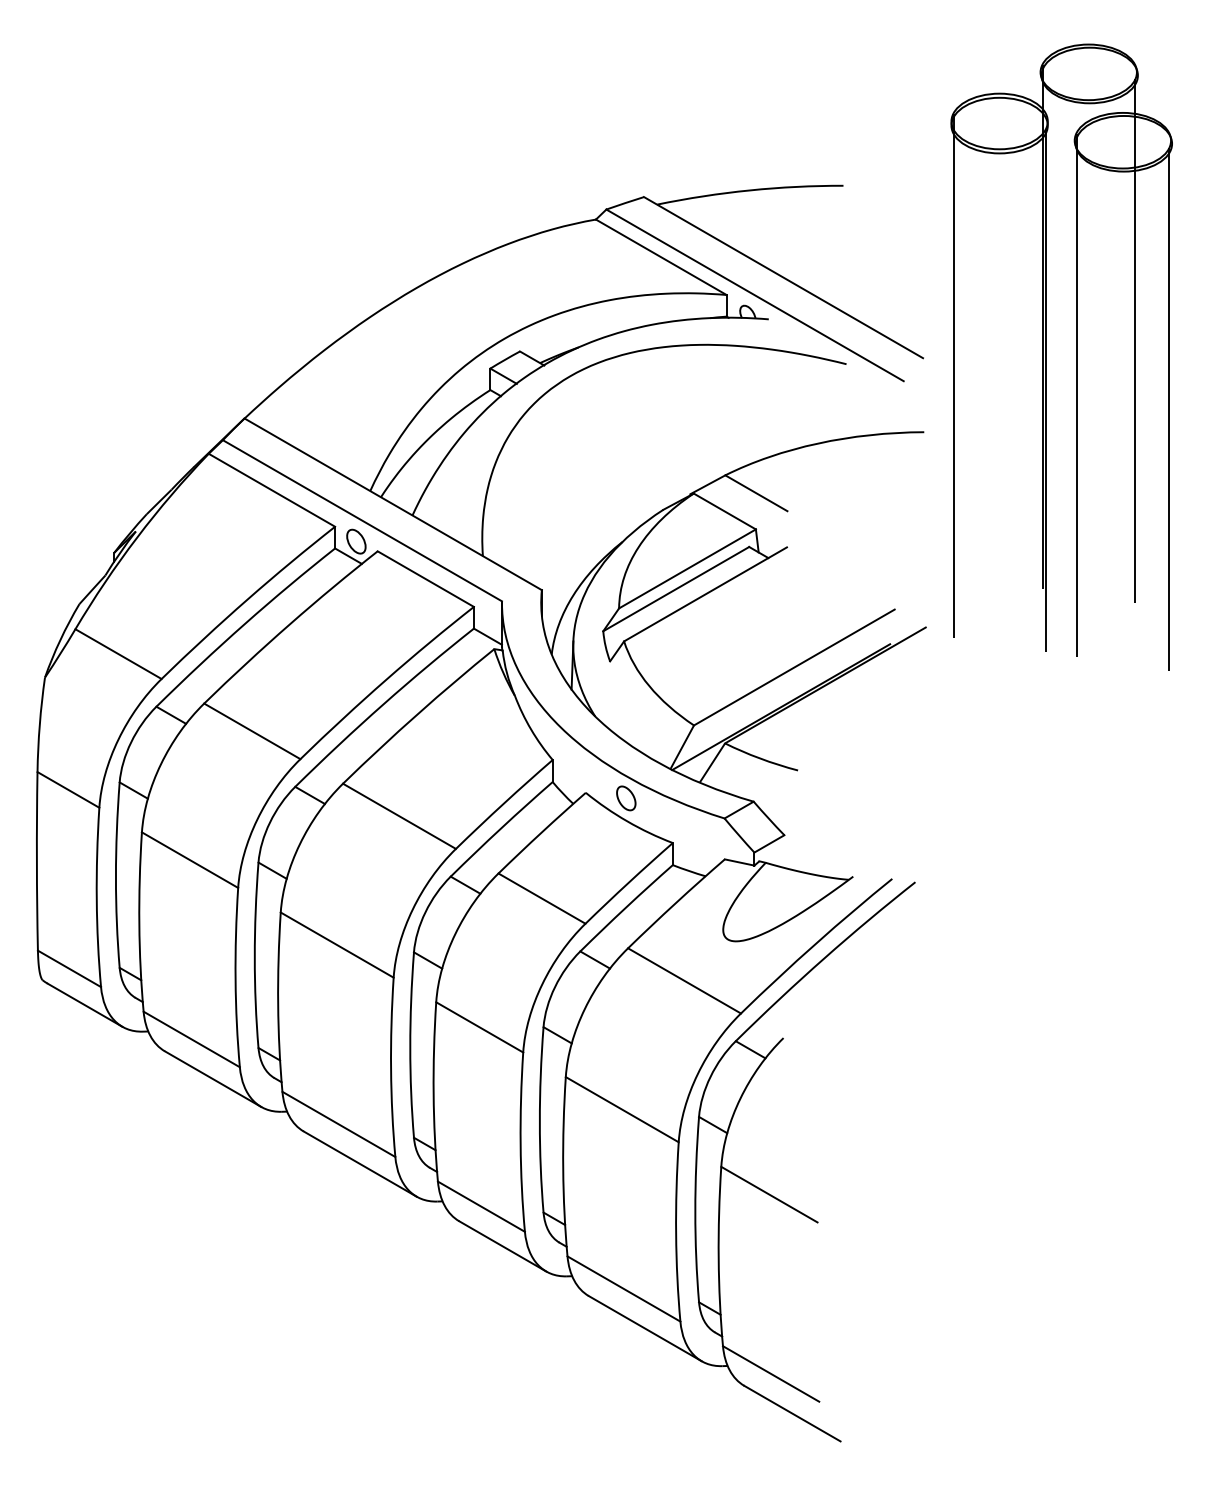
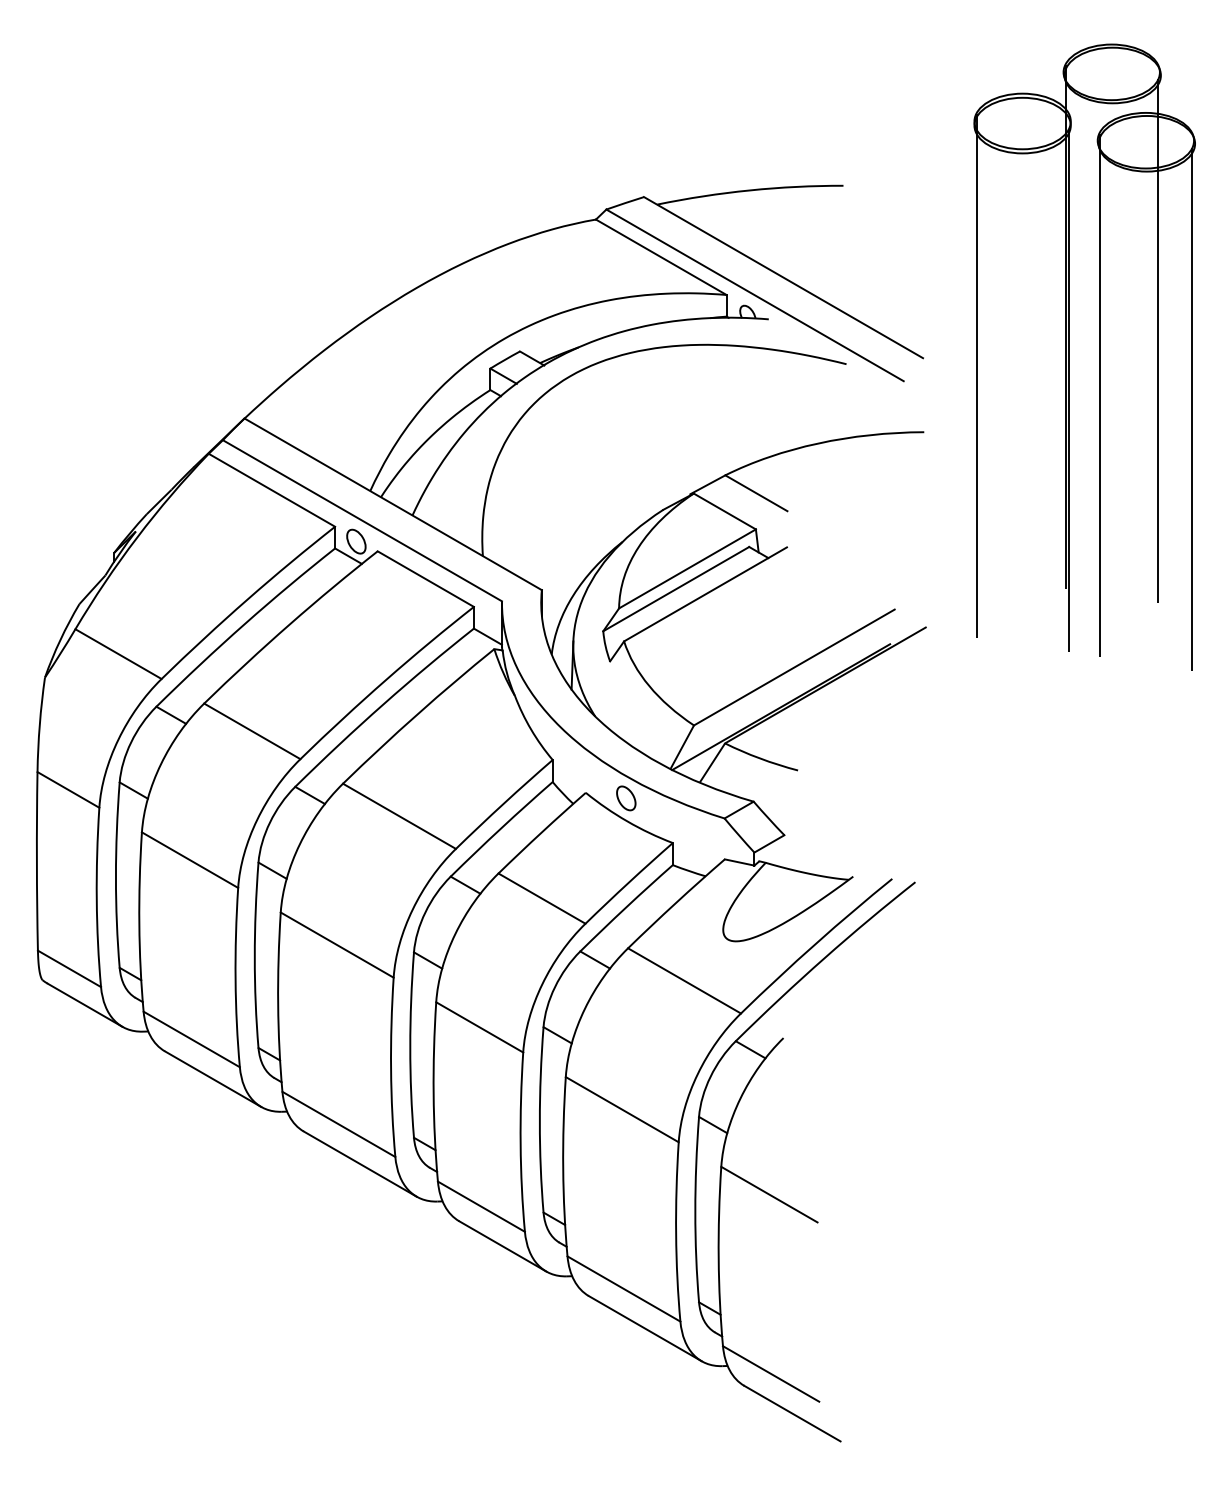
part at (1046, 356) position: (1046, 356) -> (1069, 356)
